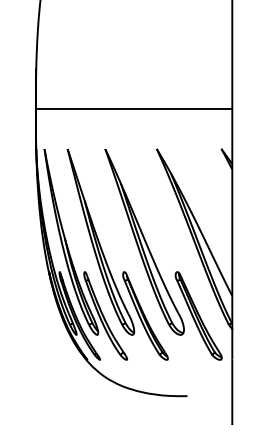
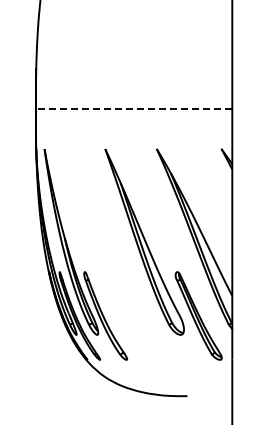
line at (133, 109): solid -> dashed
part at (106, 259): present -> none
